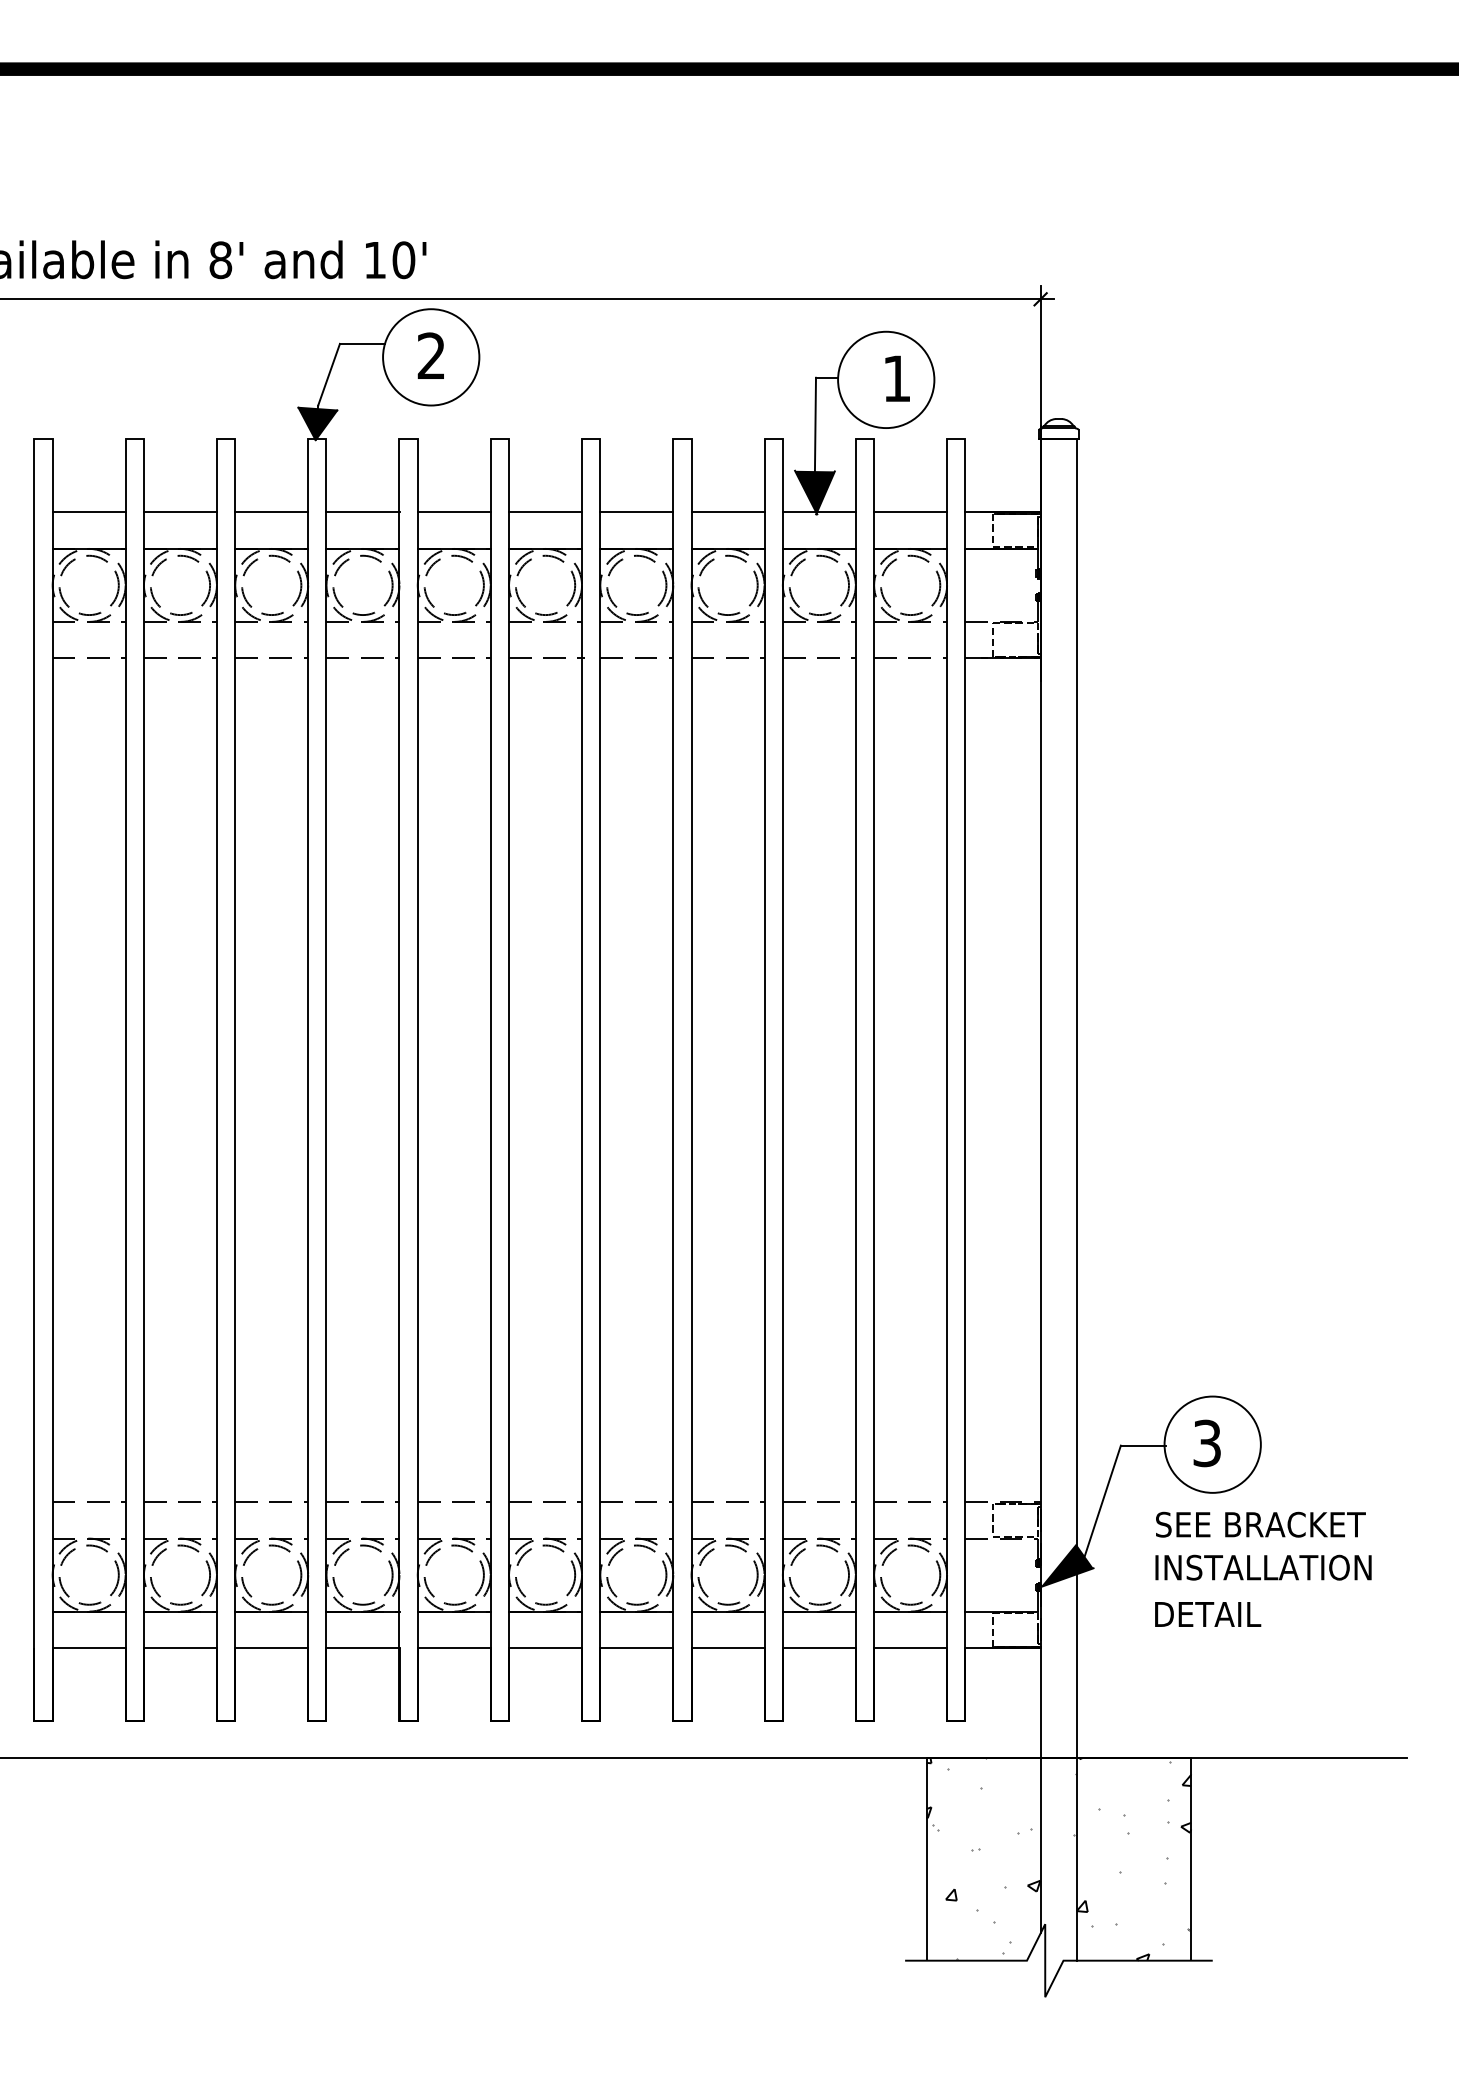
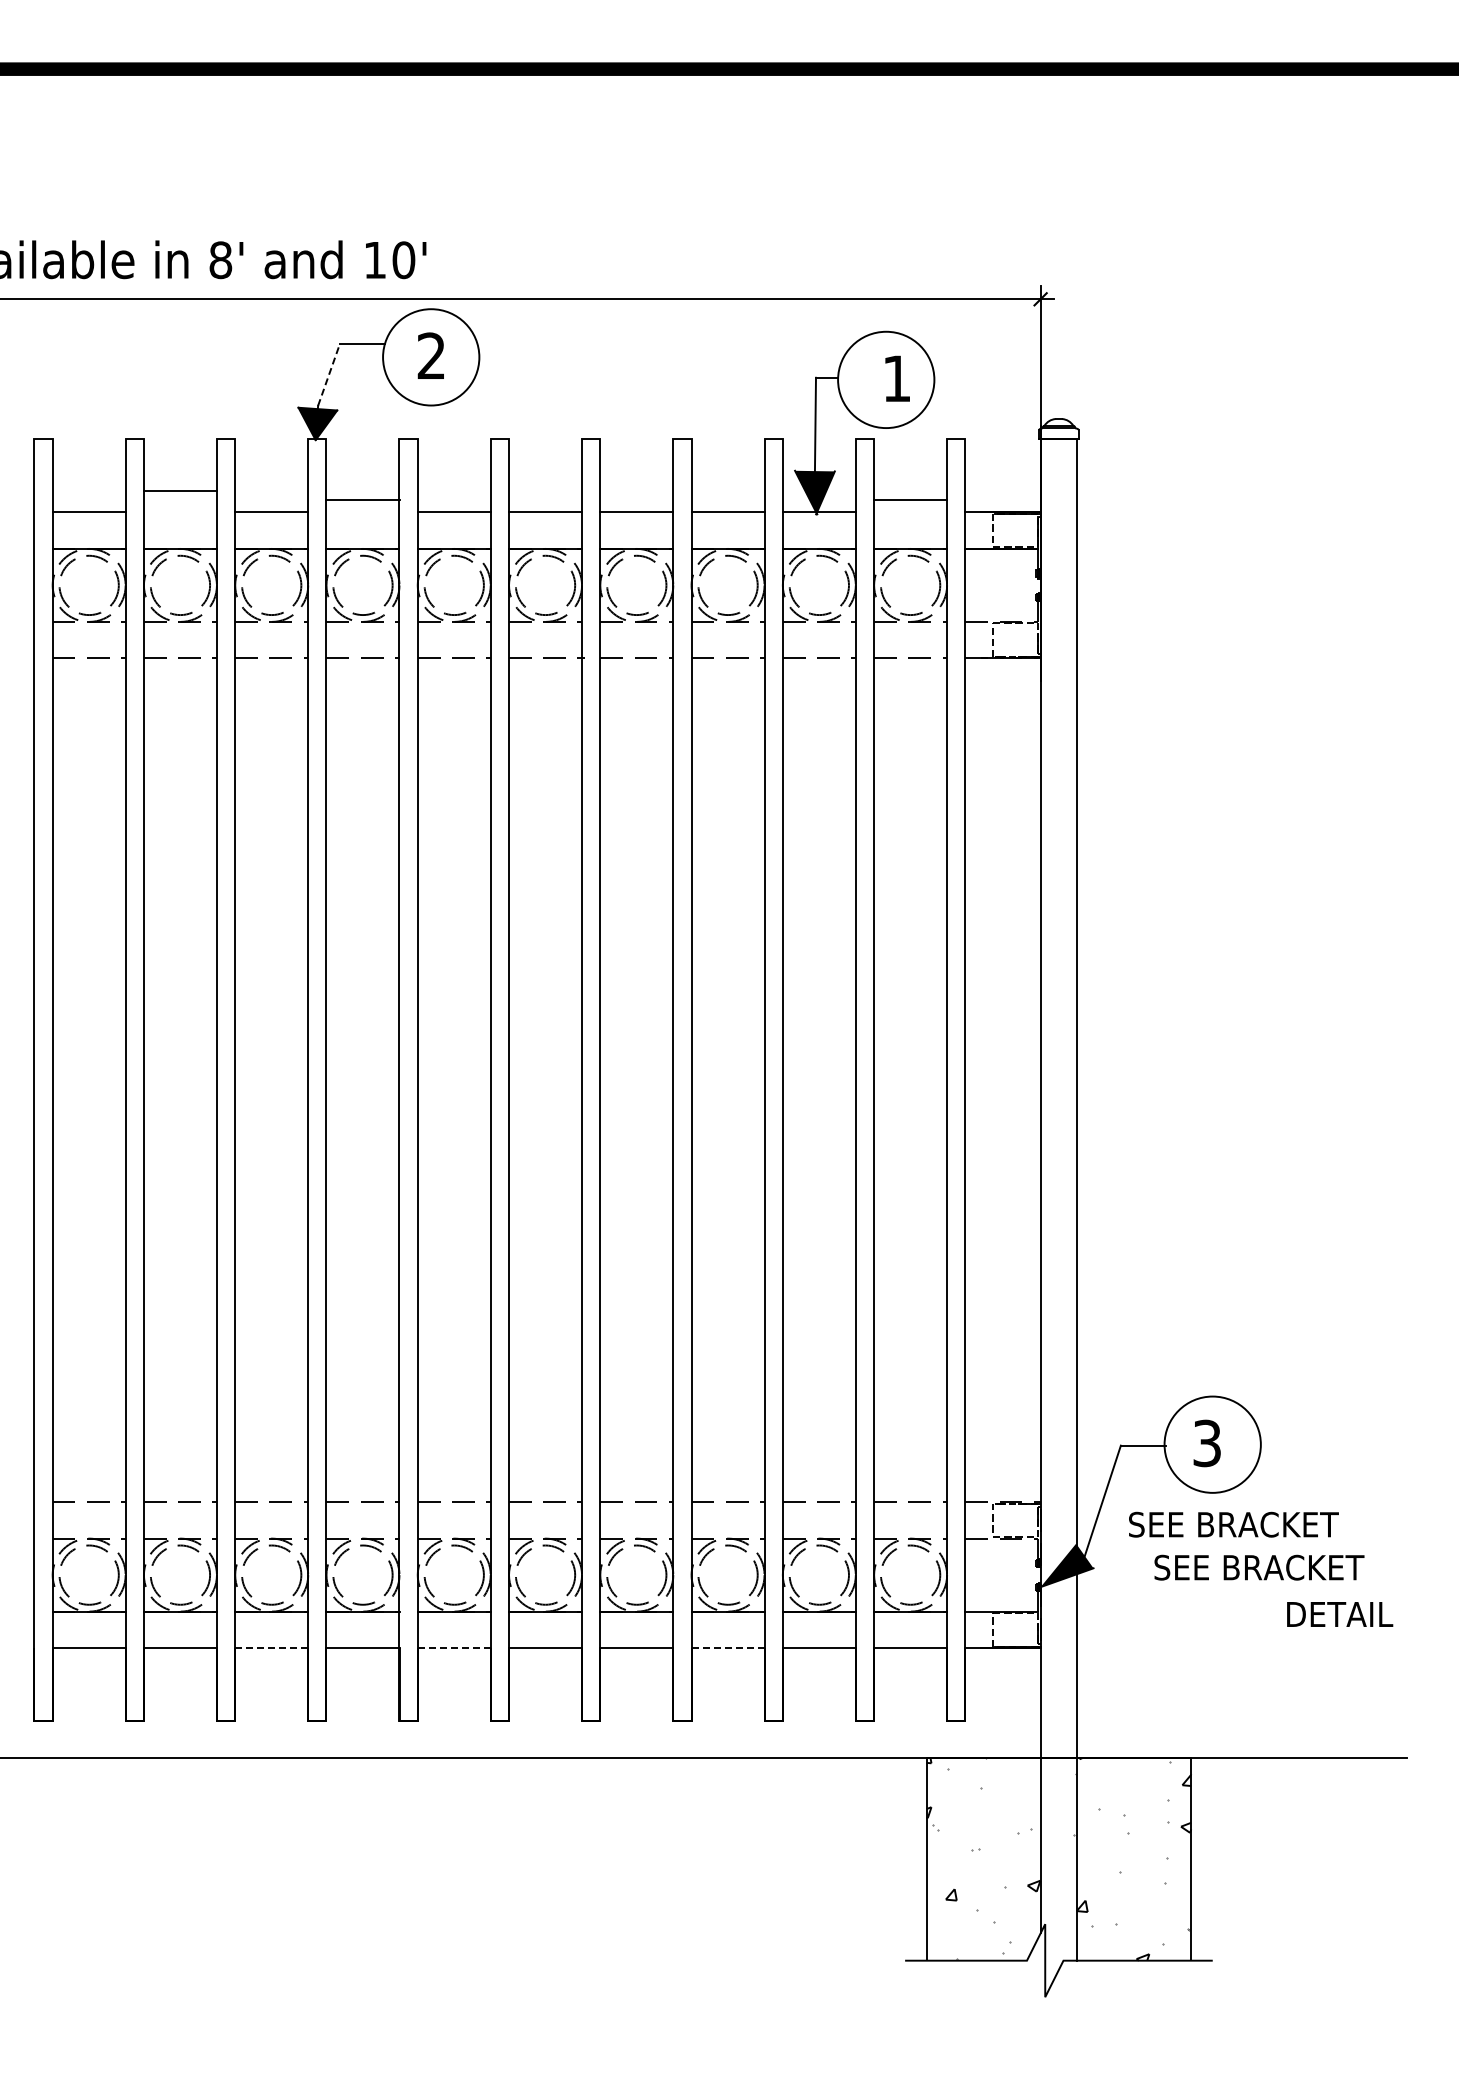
line at (329, 374): solid -> dashed
line at (179, 512) position: (179, 512) -> (179, 491)
line at (362, 512) position: (362, 512) -> (362, 500)
line at (910, 512) position: (910, 512) -> (910, 500)
text at (1260, 1524) position: (1260, 1524) -> (1233, 1524)
text at (1262, 1567): INSTALLATION -> SEE BRACKET
text at (1208, 1614) position: (1208, 1614) -> (1340, 1614)
line at (271, 1648): solid -> dashed
line at (454, 1648): solid -> dashed
line at (728, 1648): solid -> dashed
